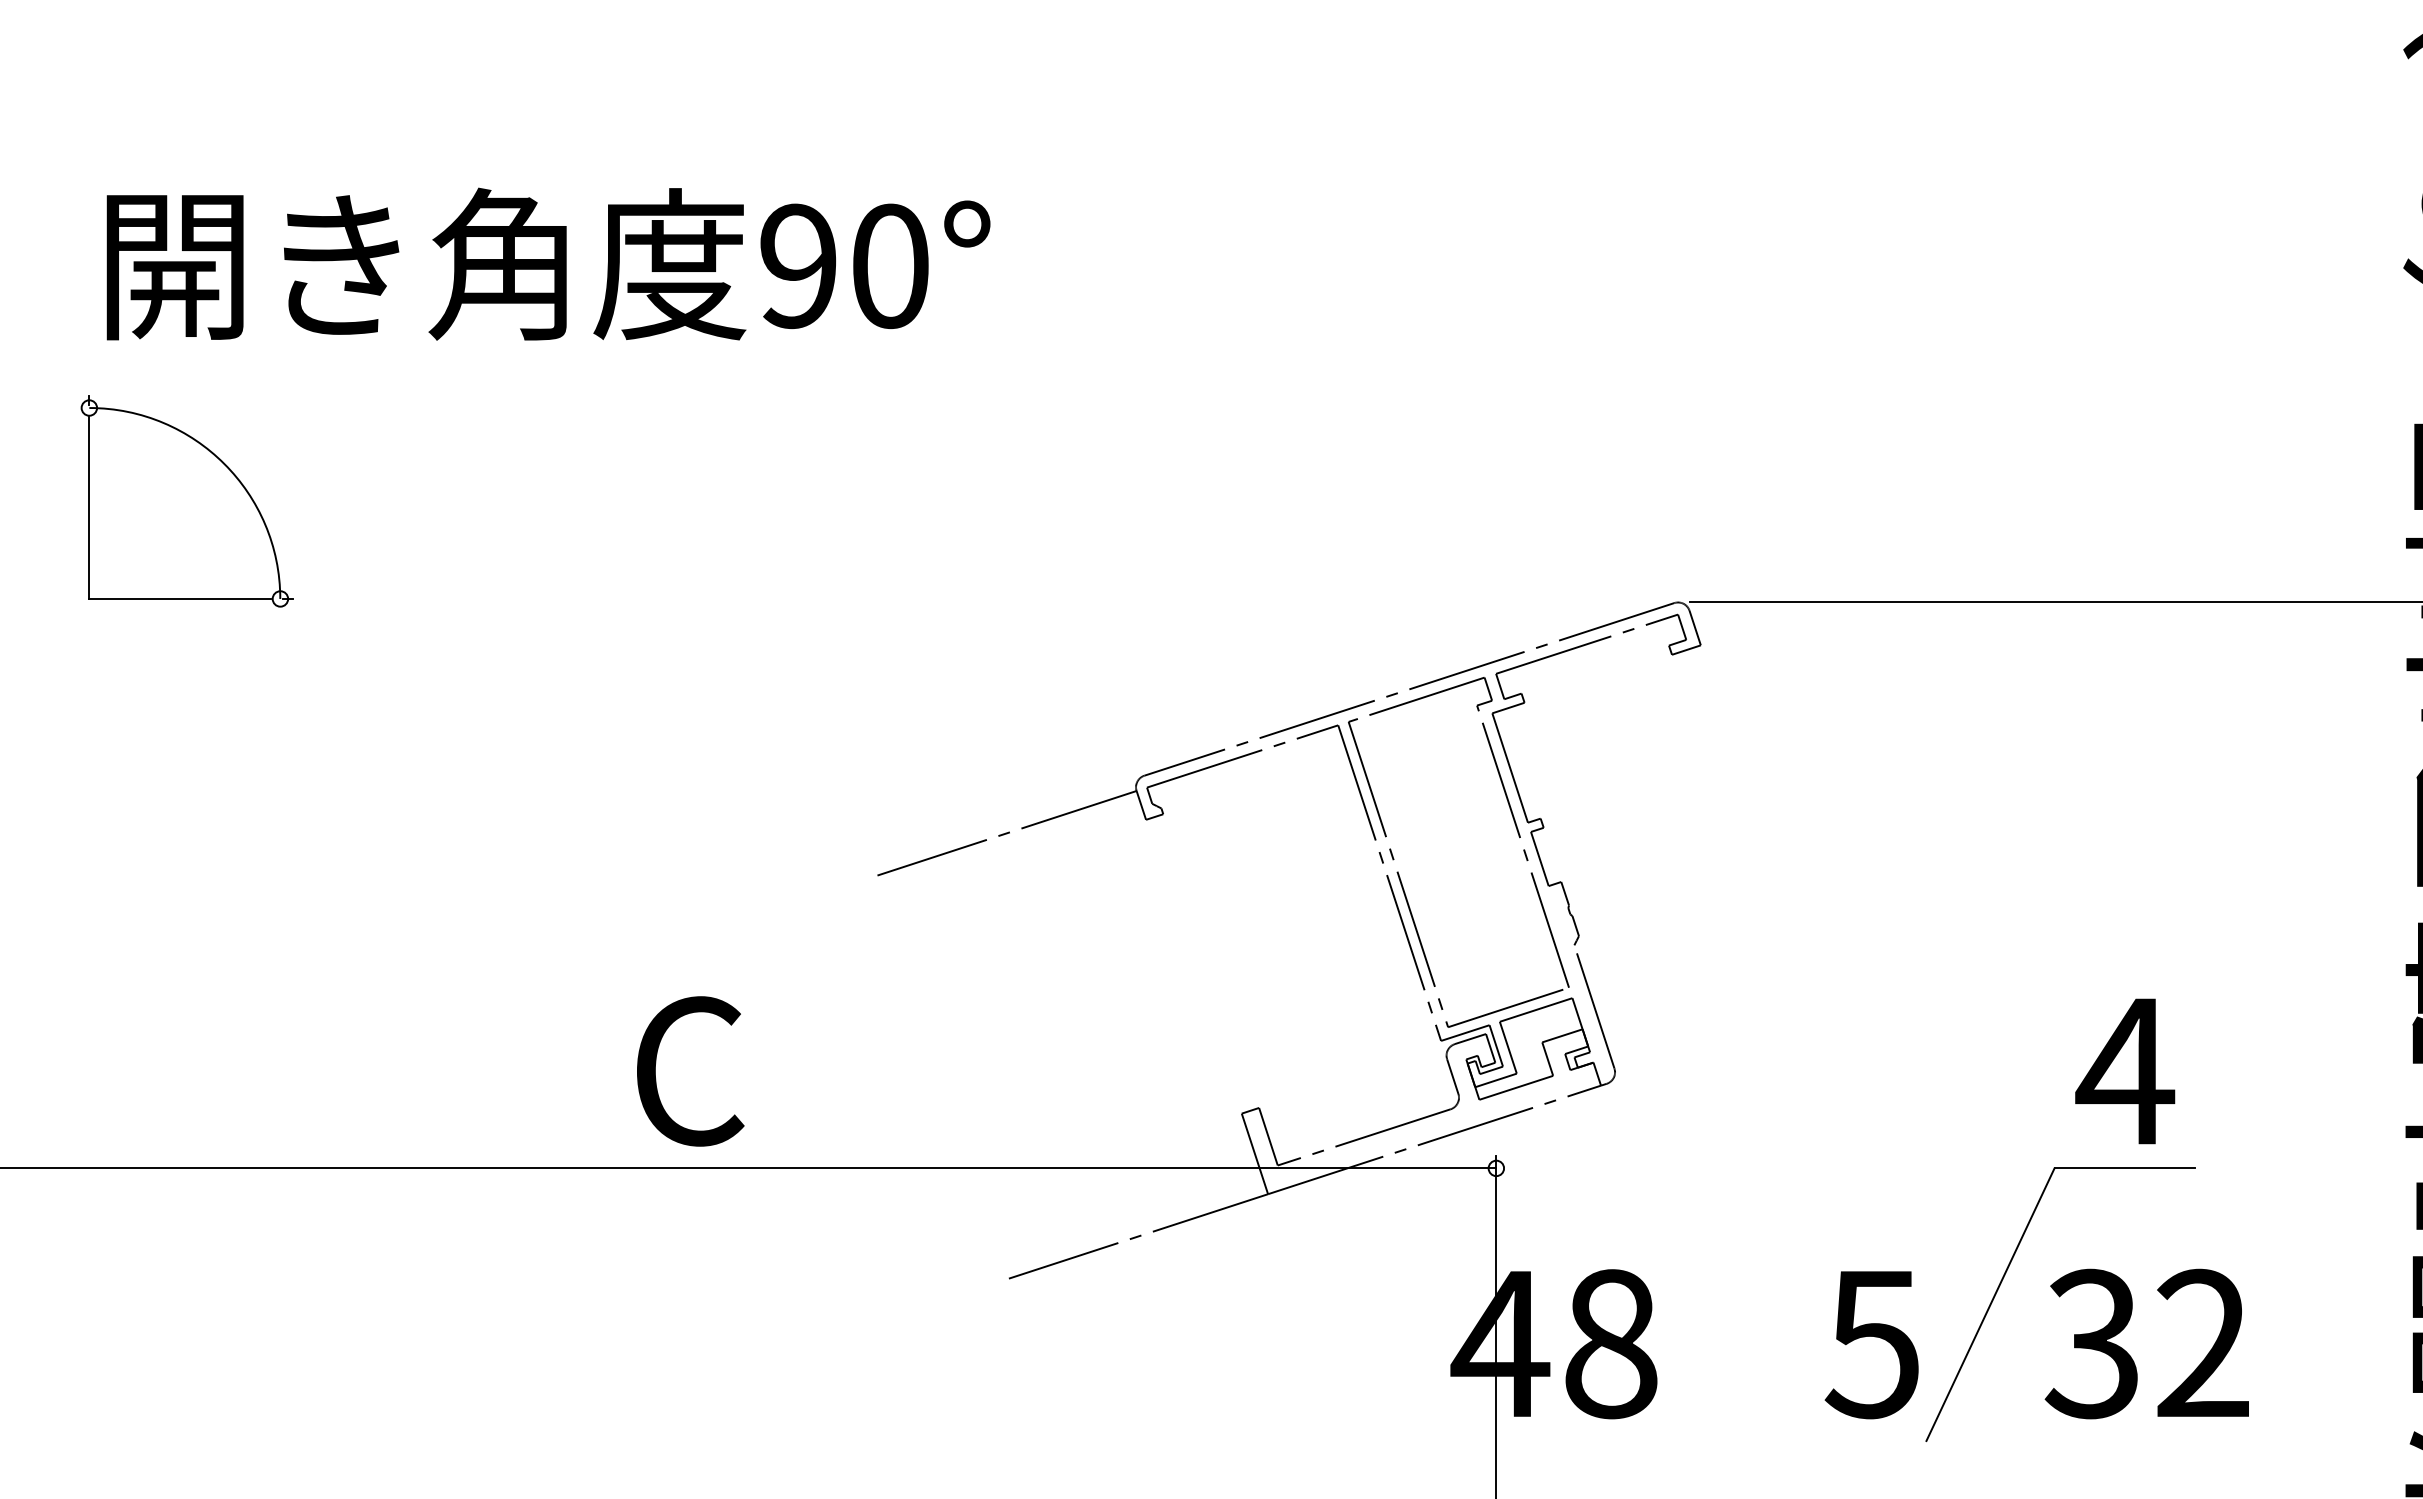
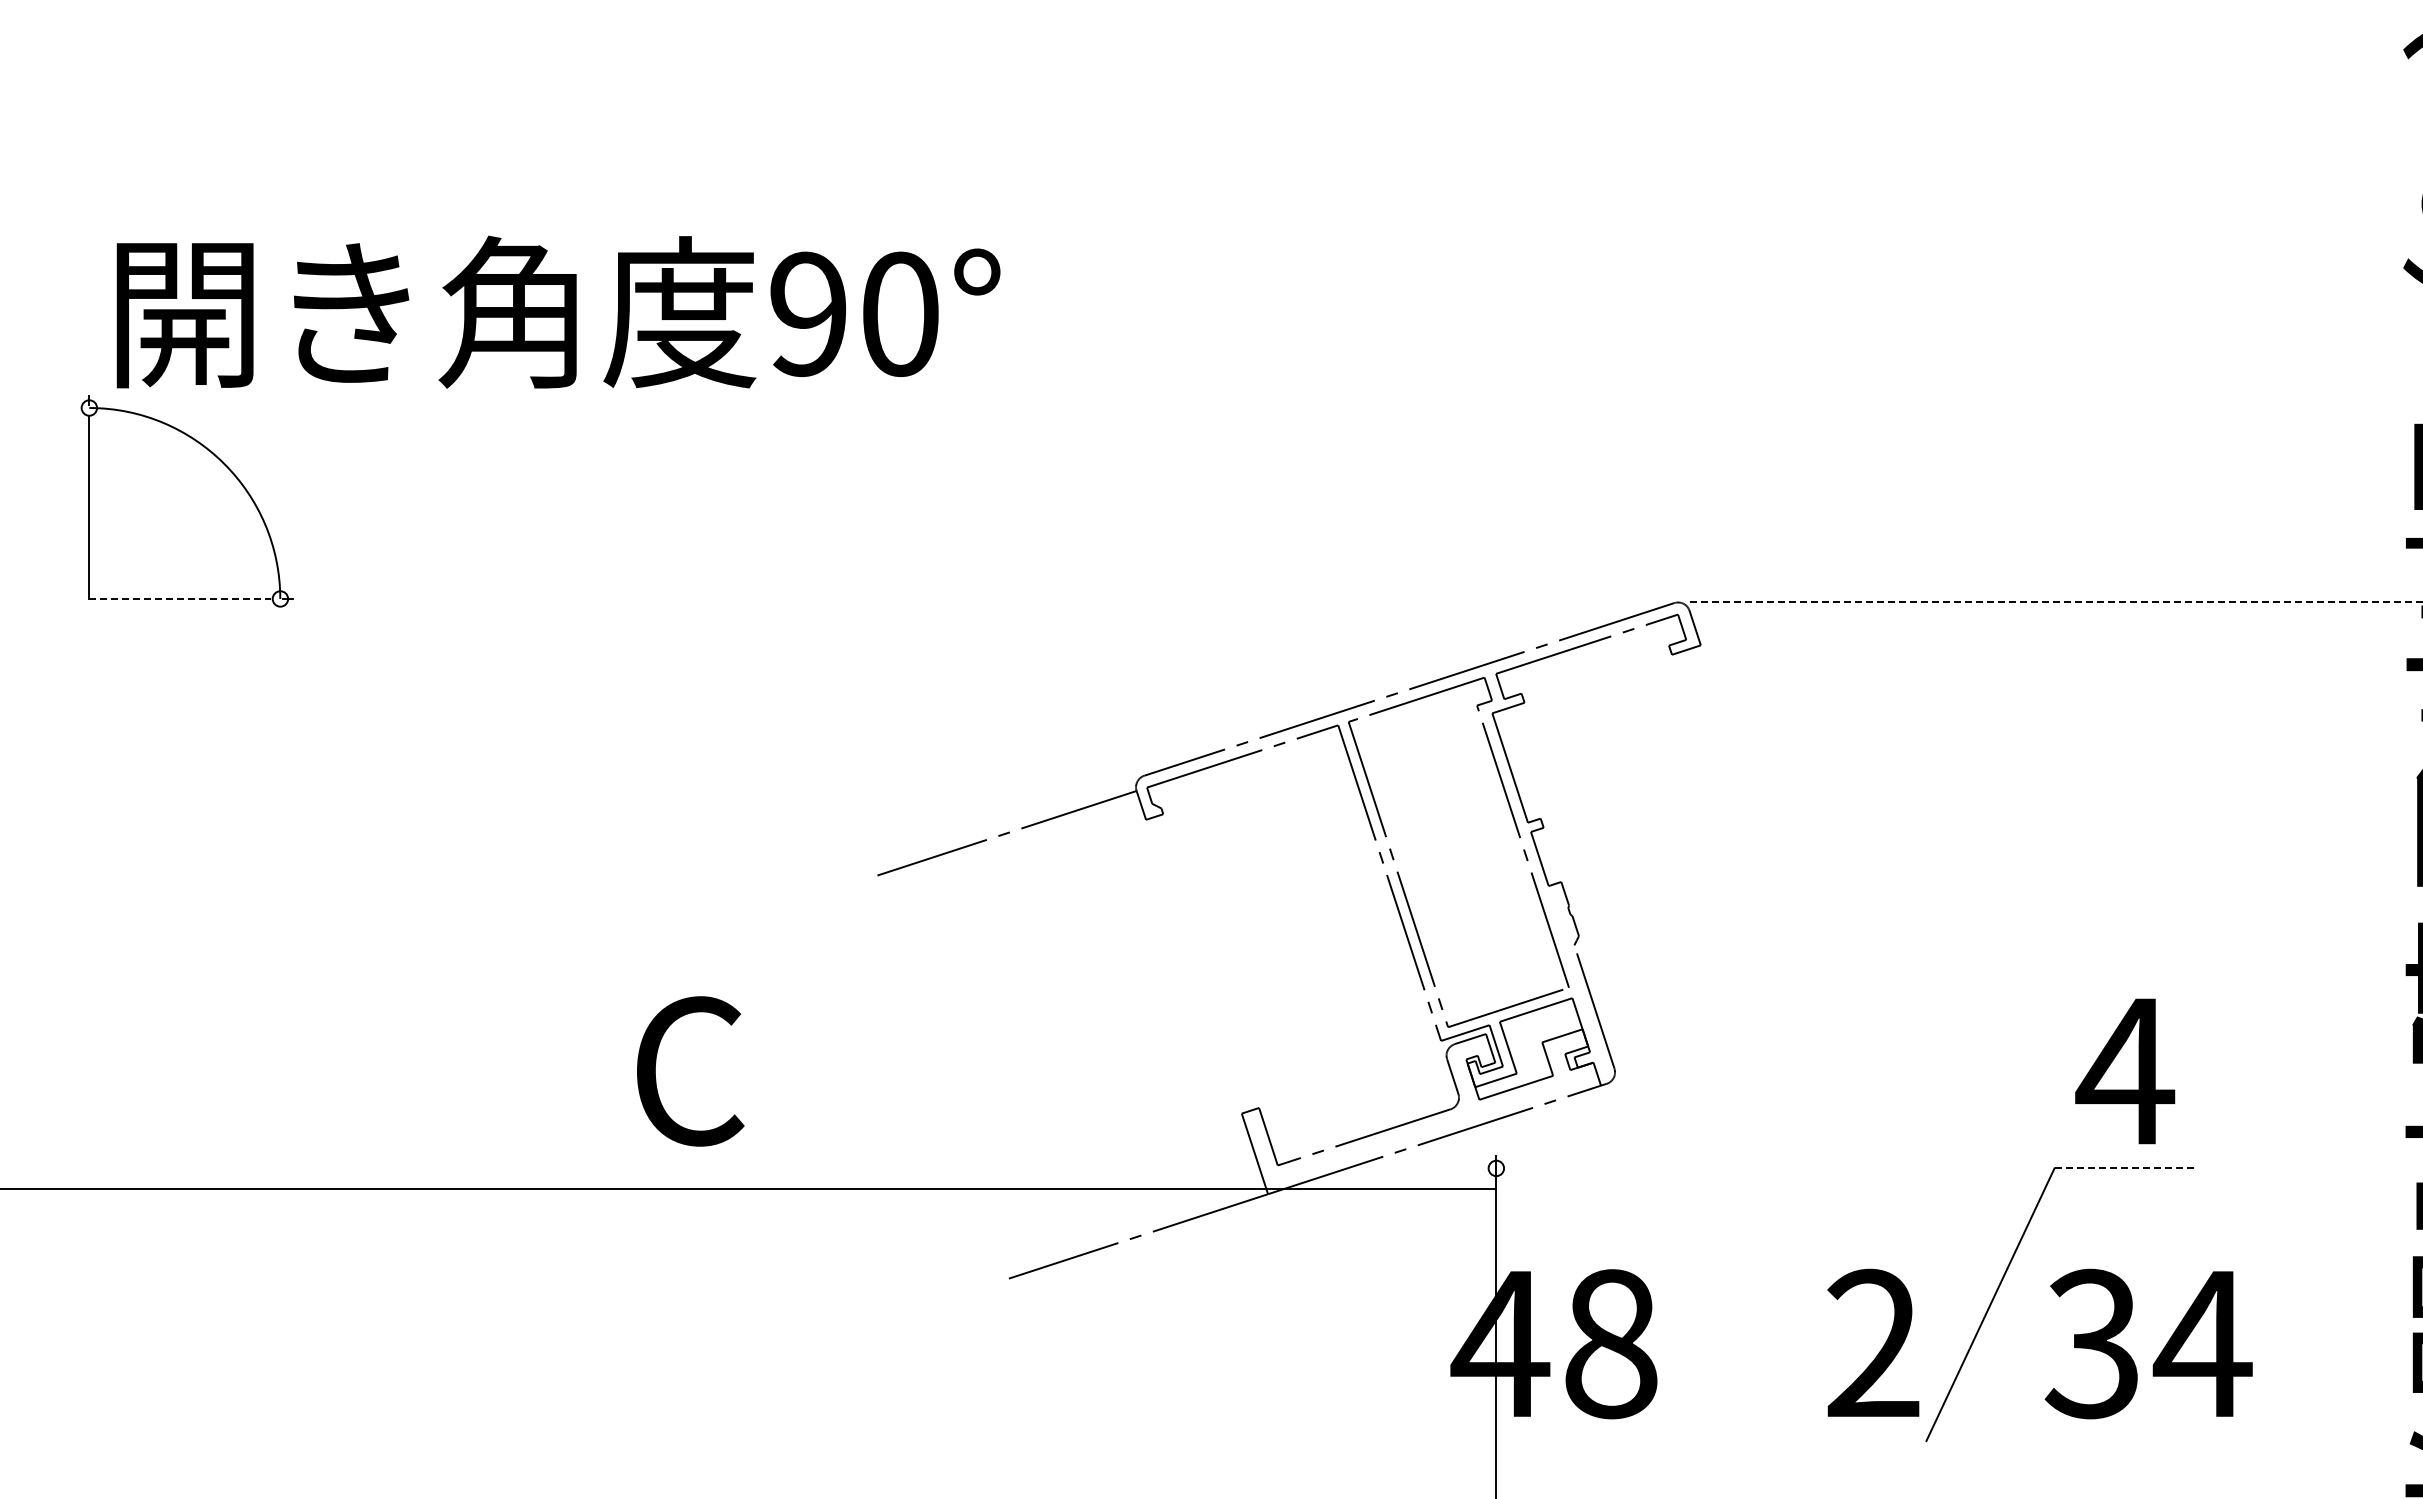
text at (548, 263) position: (548, 263) -> (558, 311)
line at (180, 598): solid -> dashed
line at (2057, 602): solid -> dashed
line at (749, 1168) position: (749, 1168) -> (749, 1189)
line at (2125, 1168): solid -> dashed
text at (2202, 1342): 32 -> 34
text at (1871, 1343): 5 -> 2
